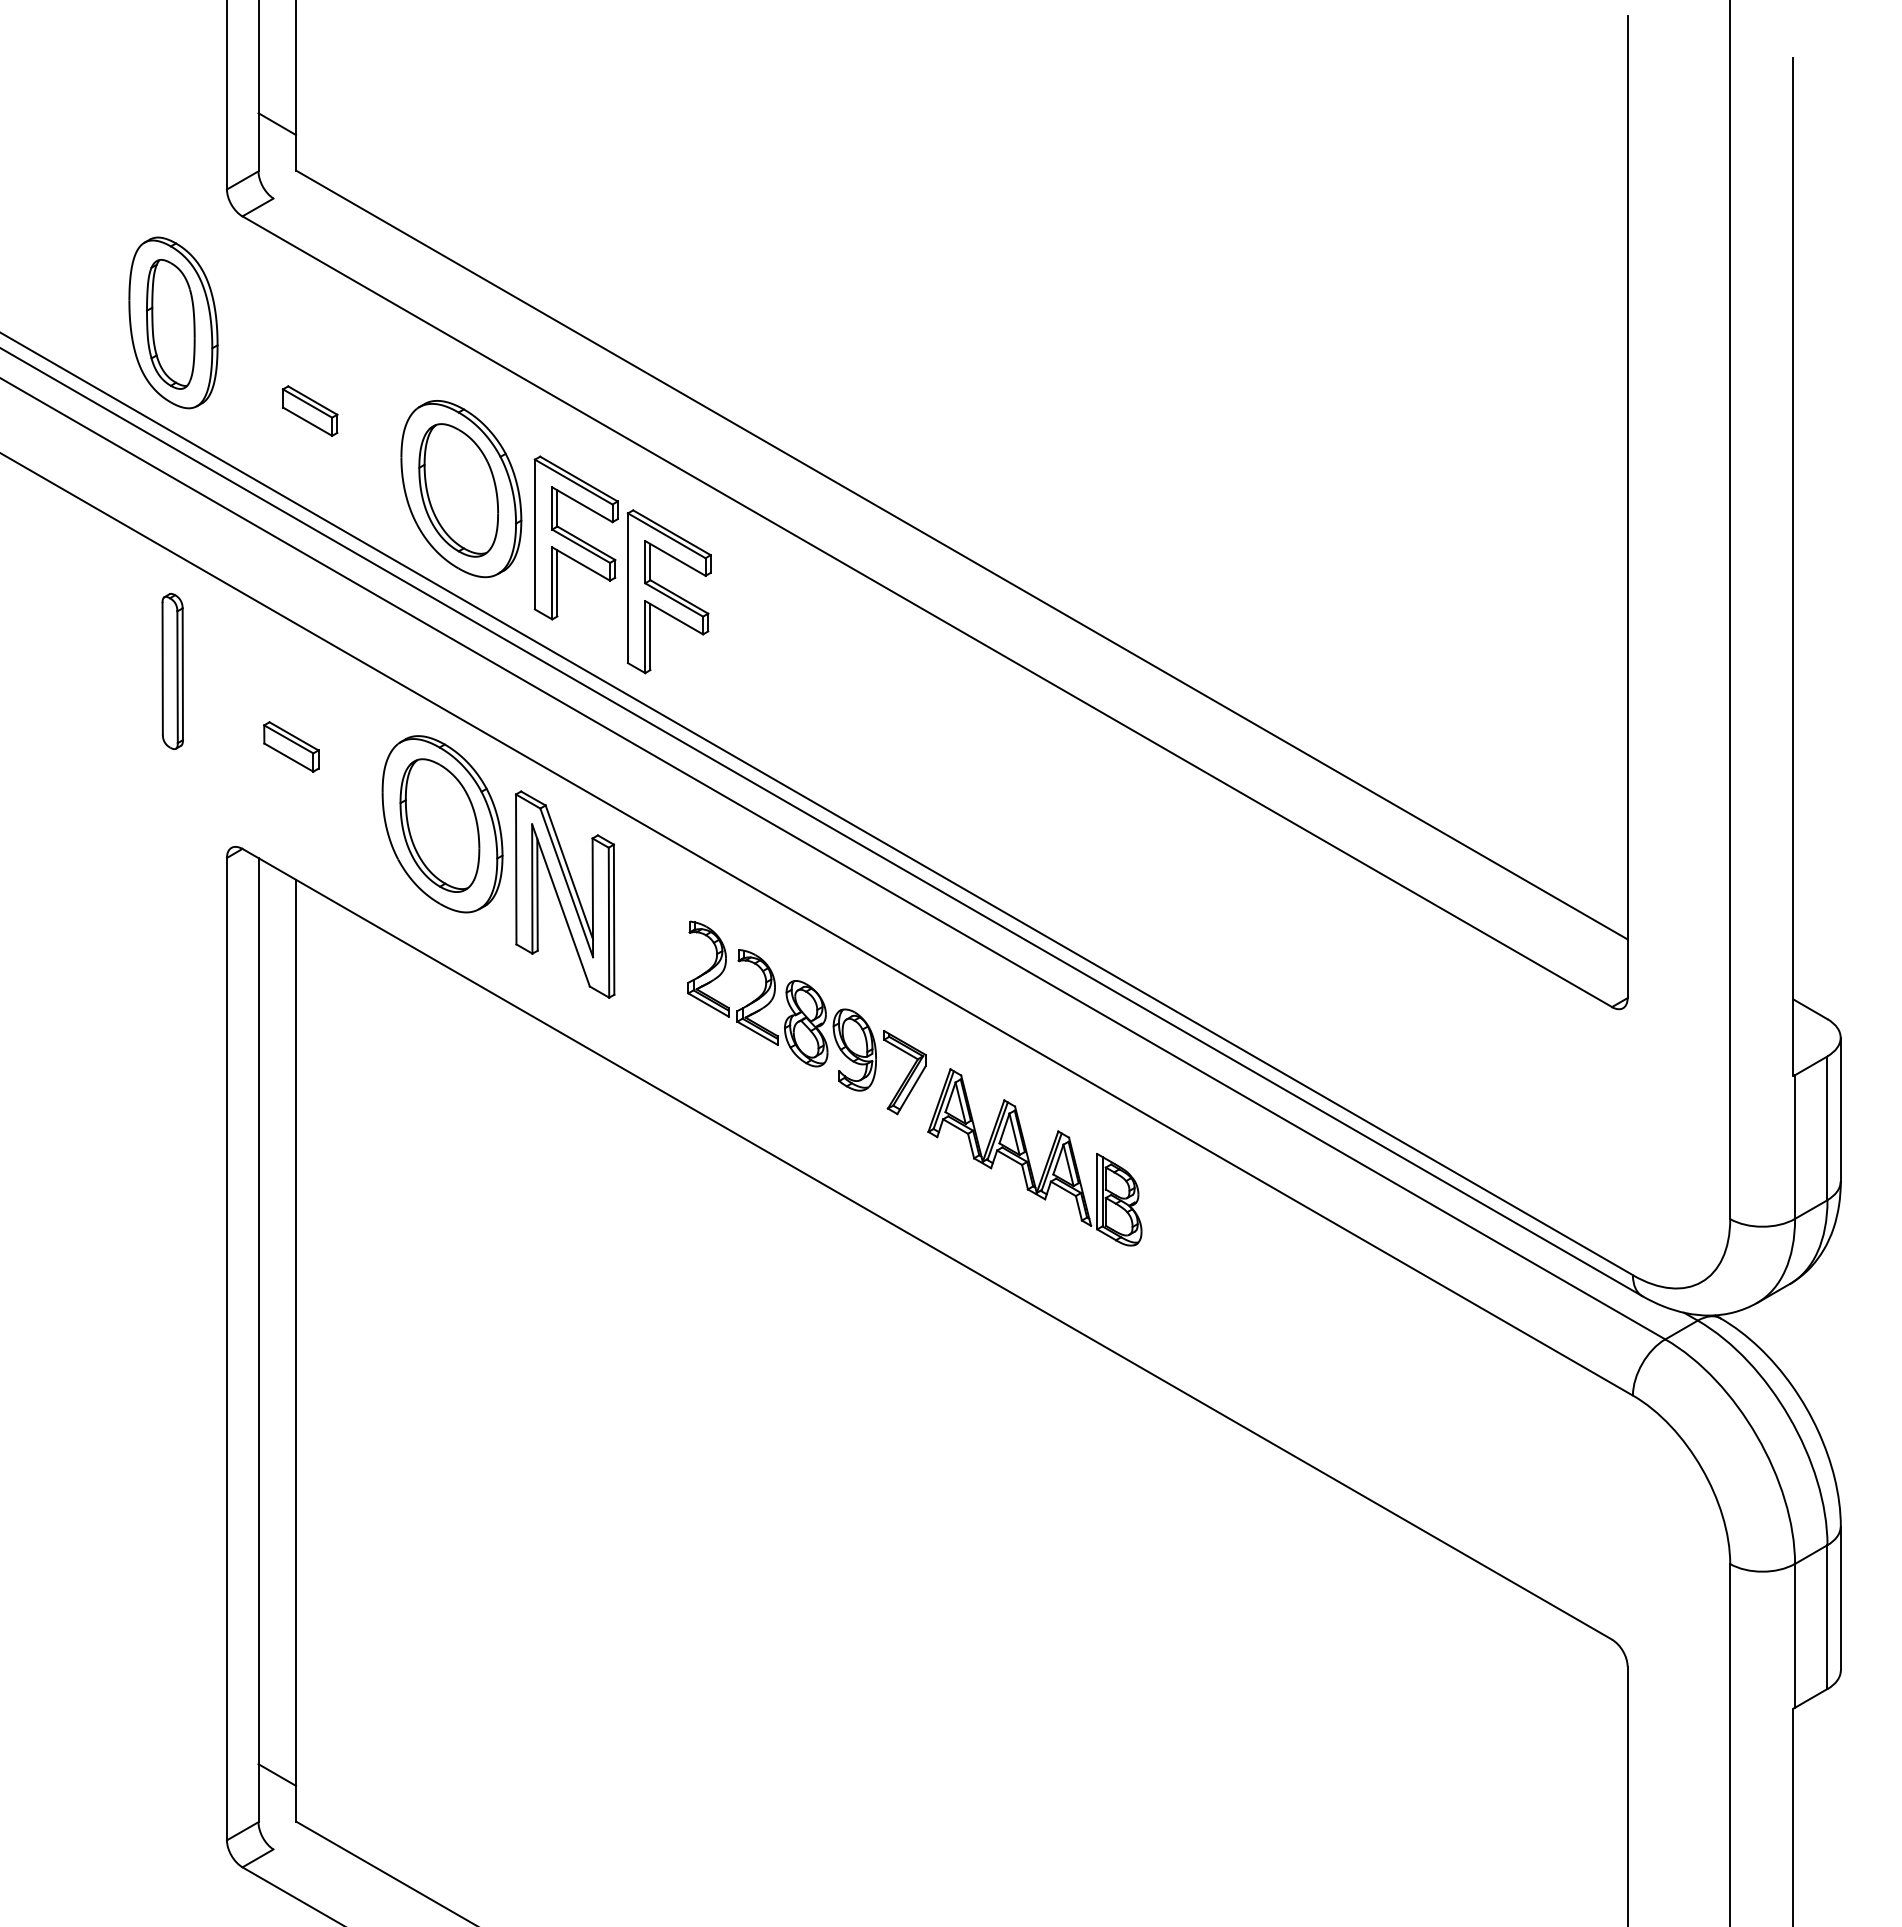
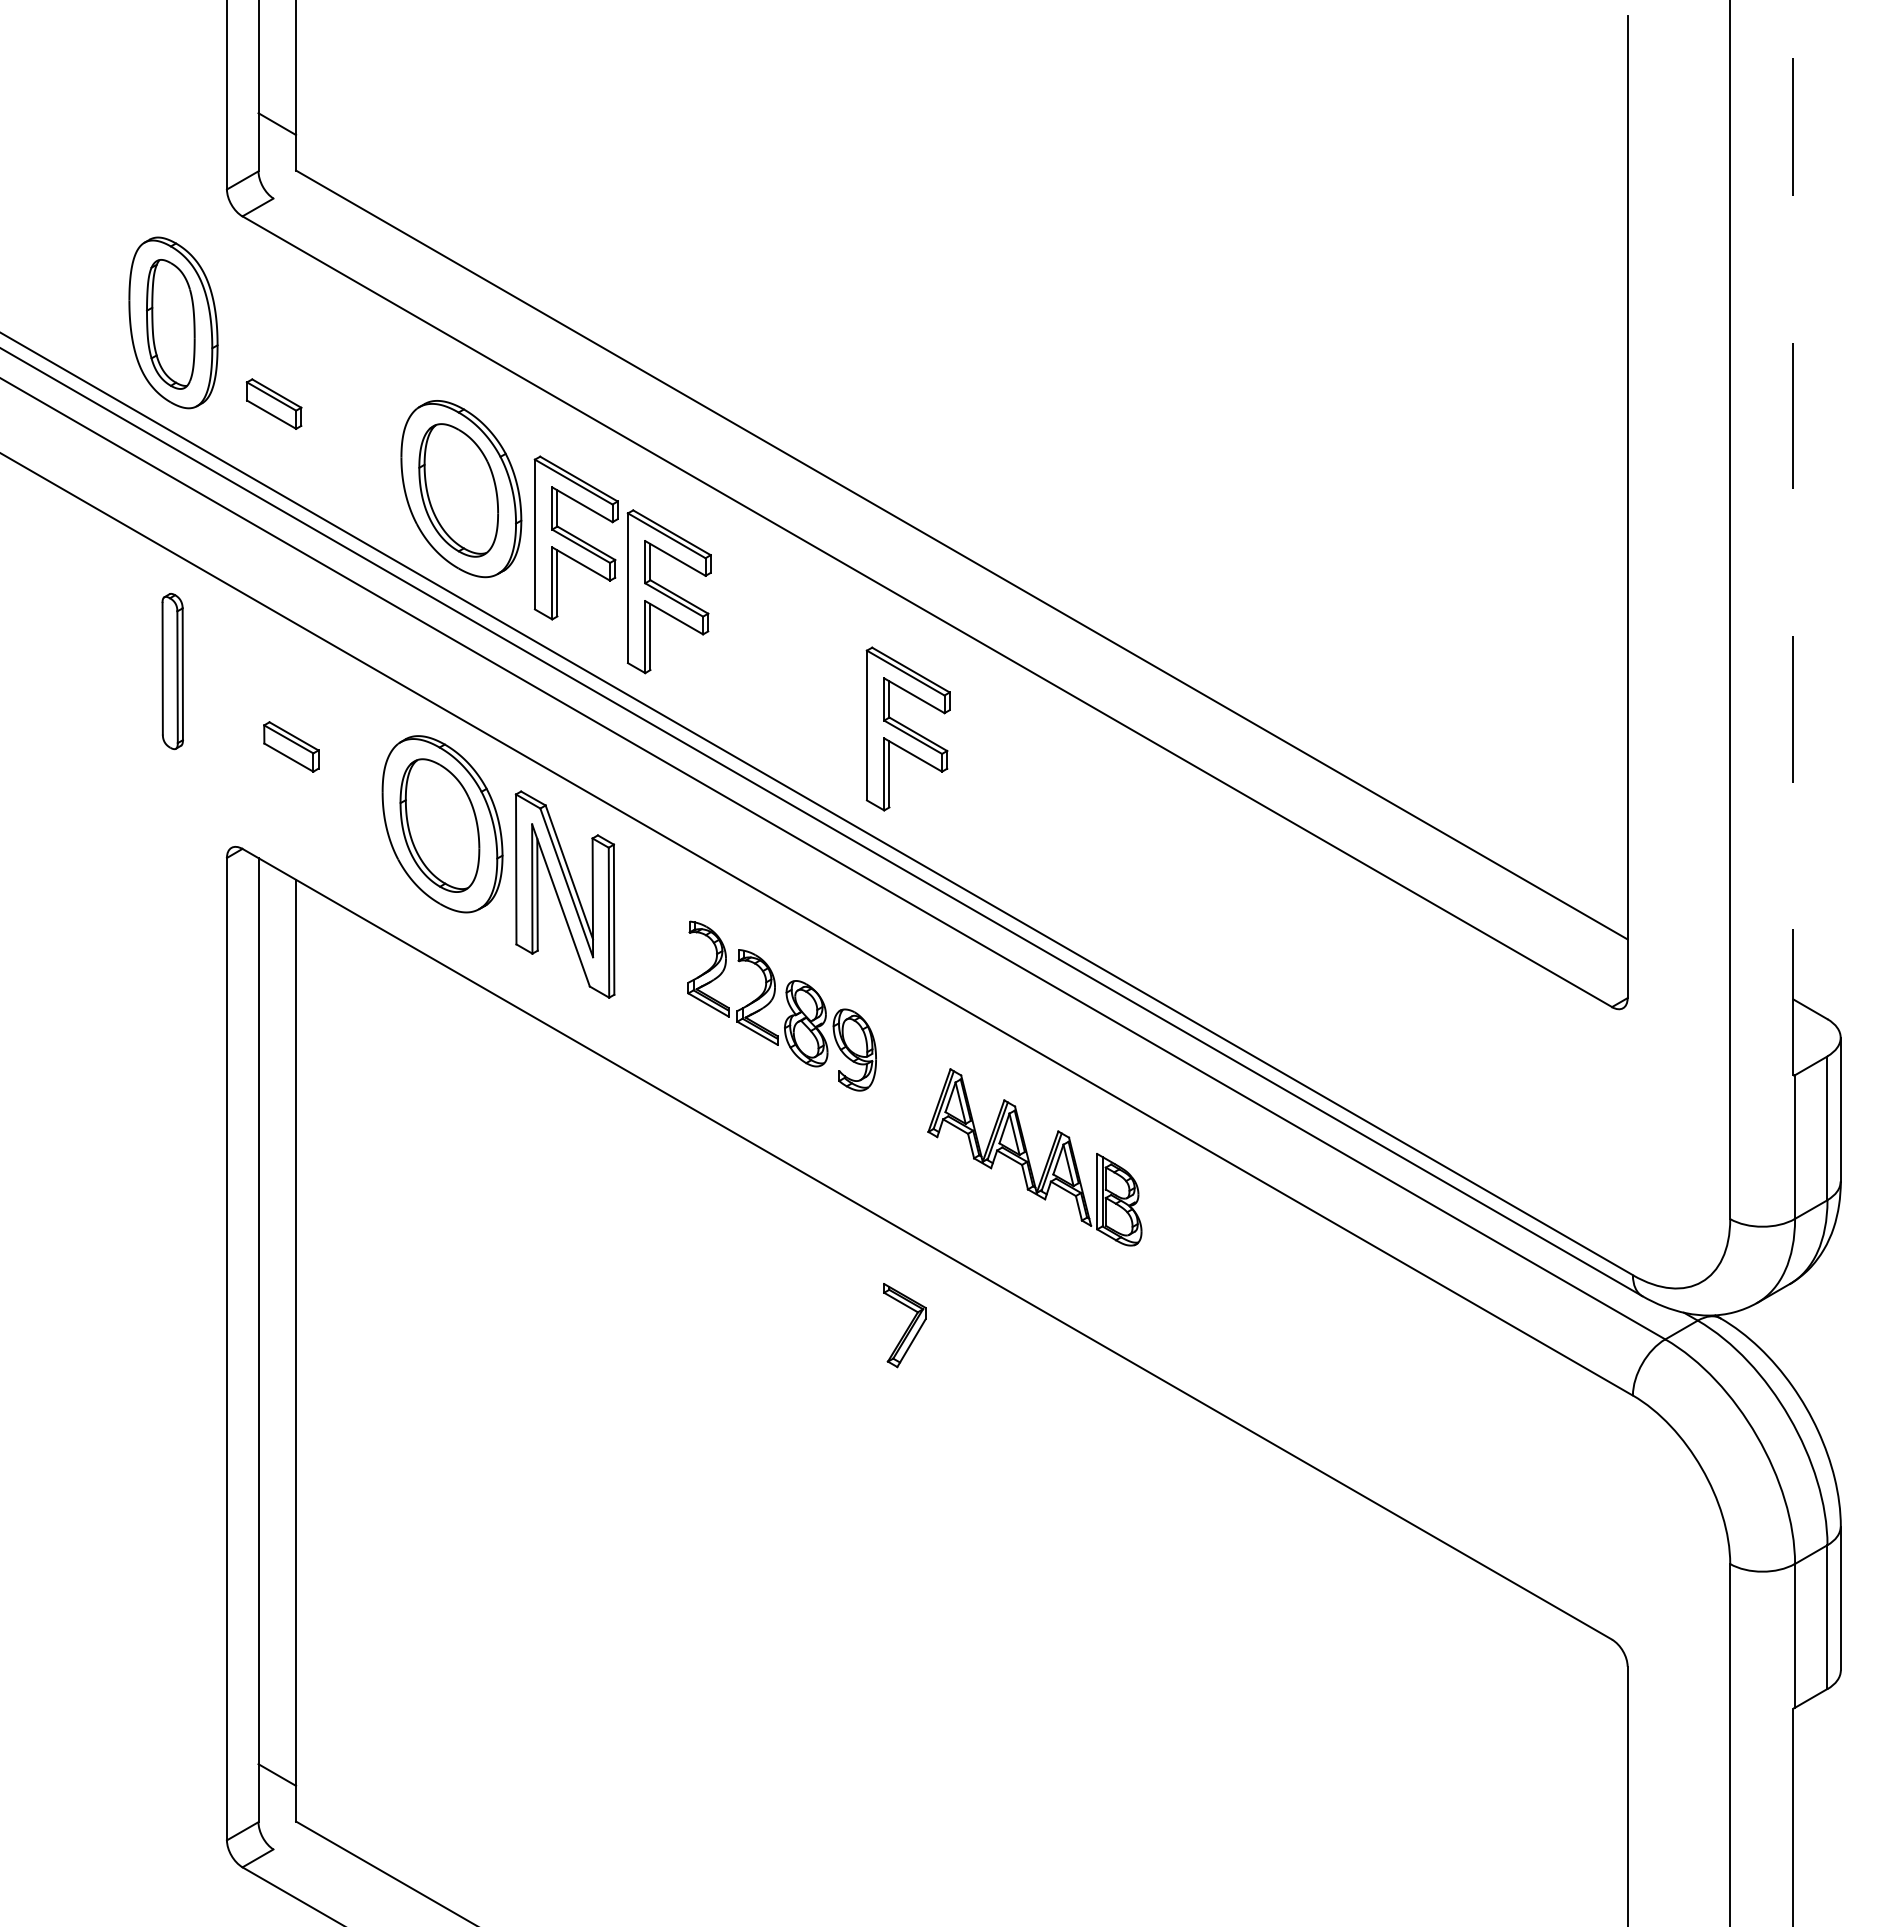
part at (309, 410) position: (309, 410) -> (273, 403)
line at (1793, 566): solid -> dashed
part at (907, 728): none -> present
part at (904, 1072) position: (904, 1072) -> (904, 1325)
